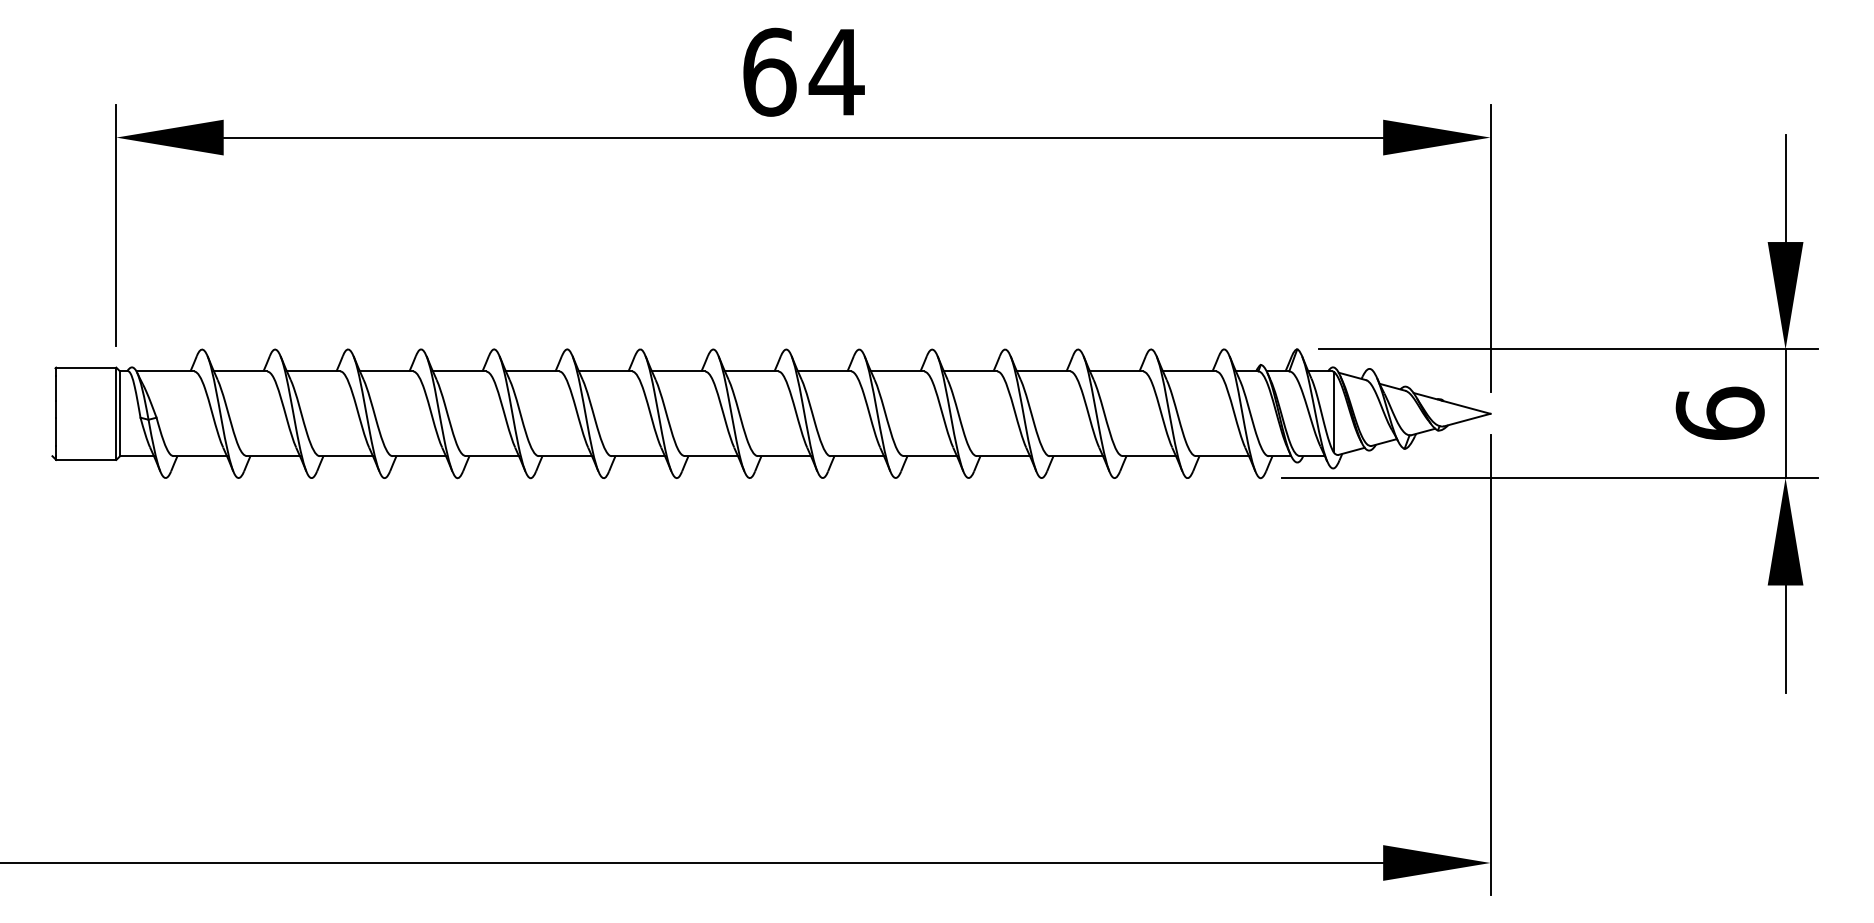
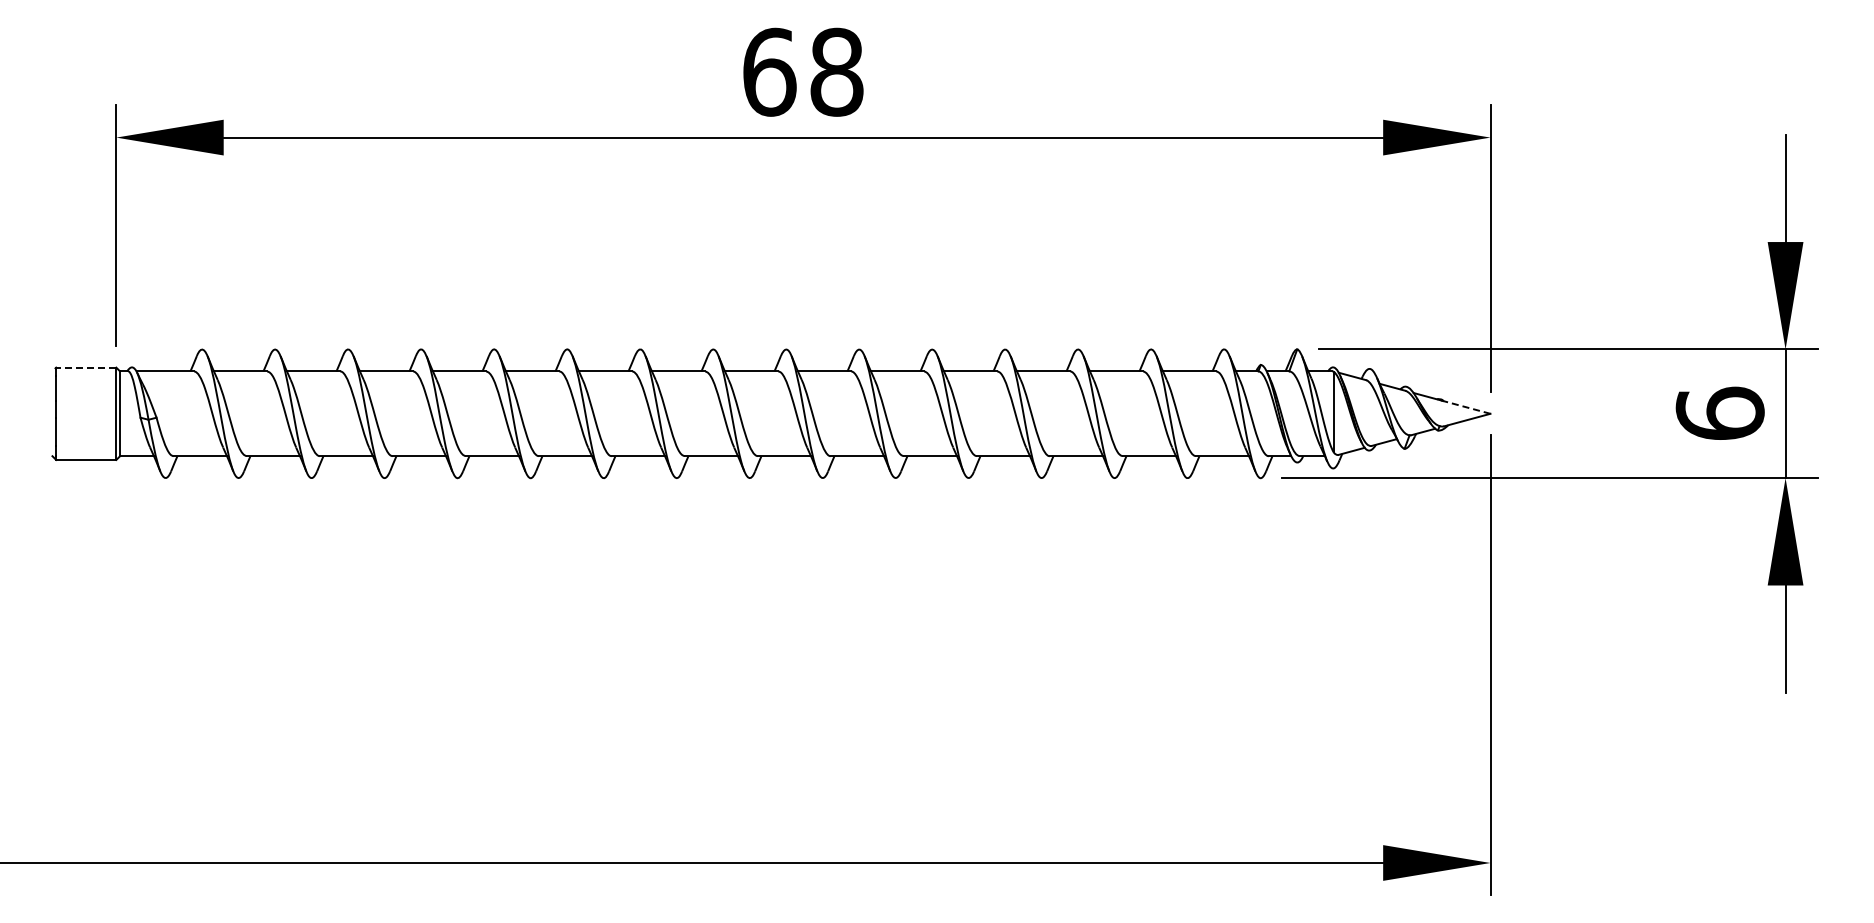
text at (836, 71): 64 -> 68
line at (85, 367): solid -> dashed
line at (1466, 407): solid -> dashed
